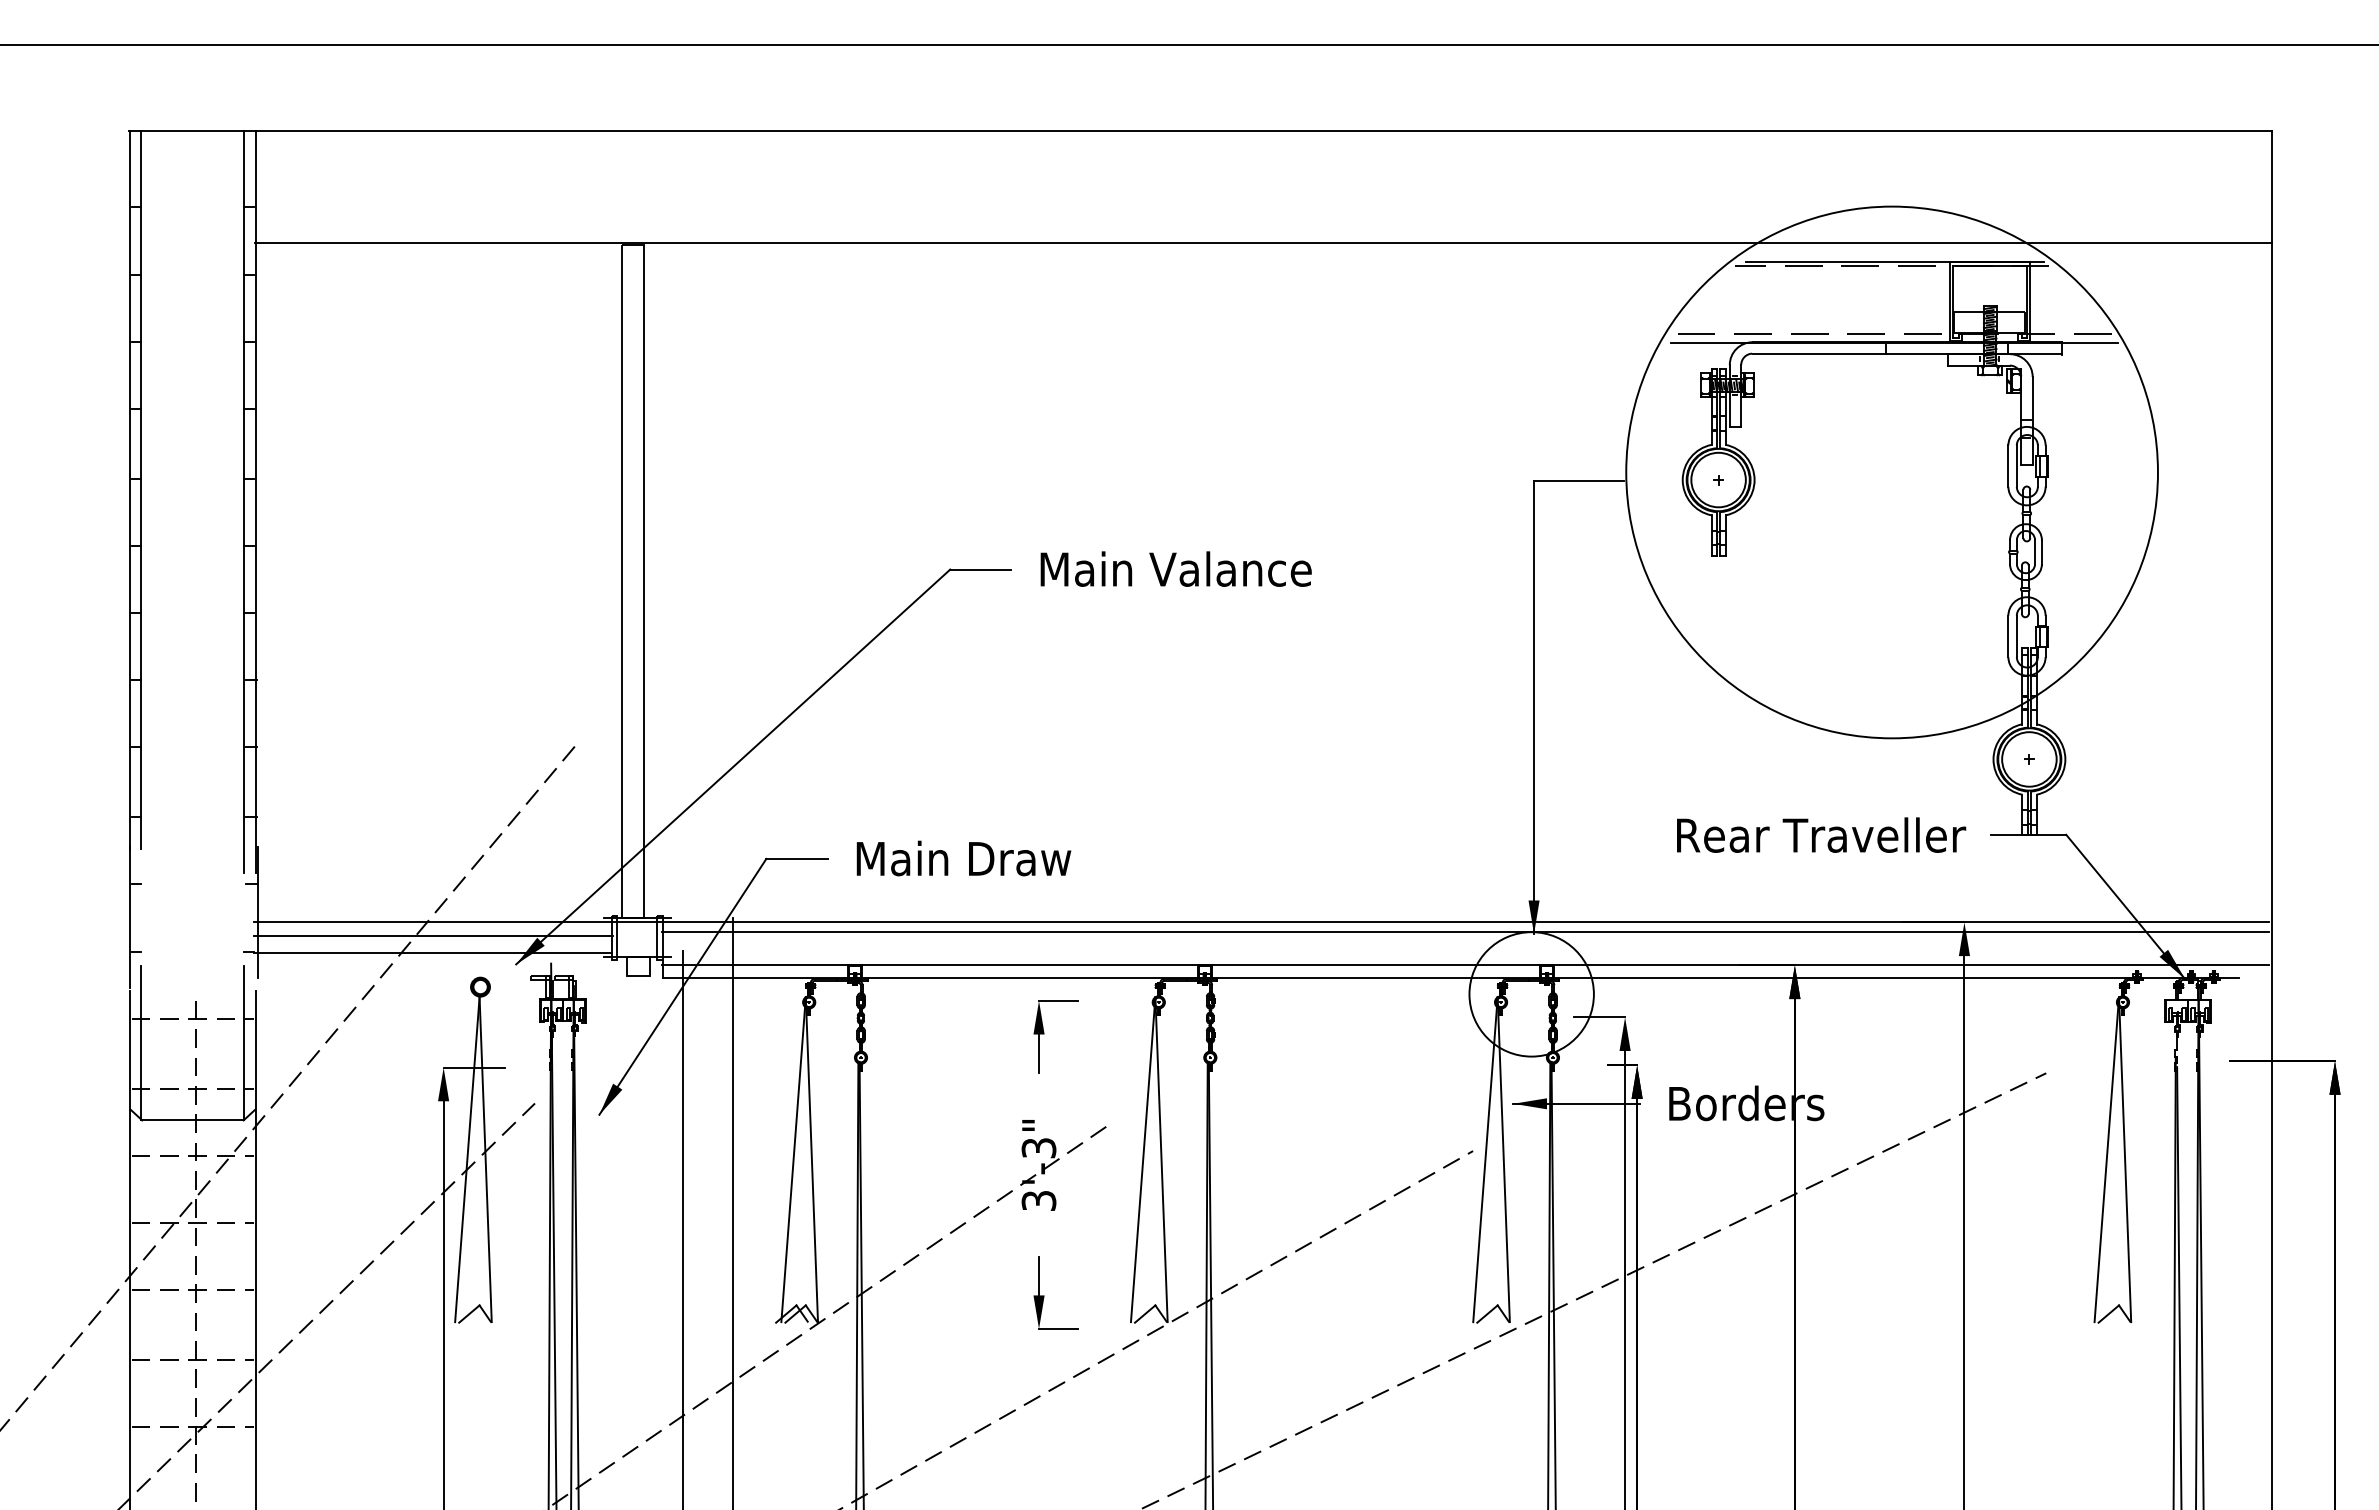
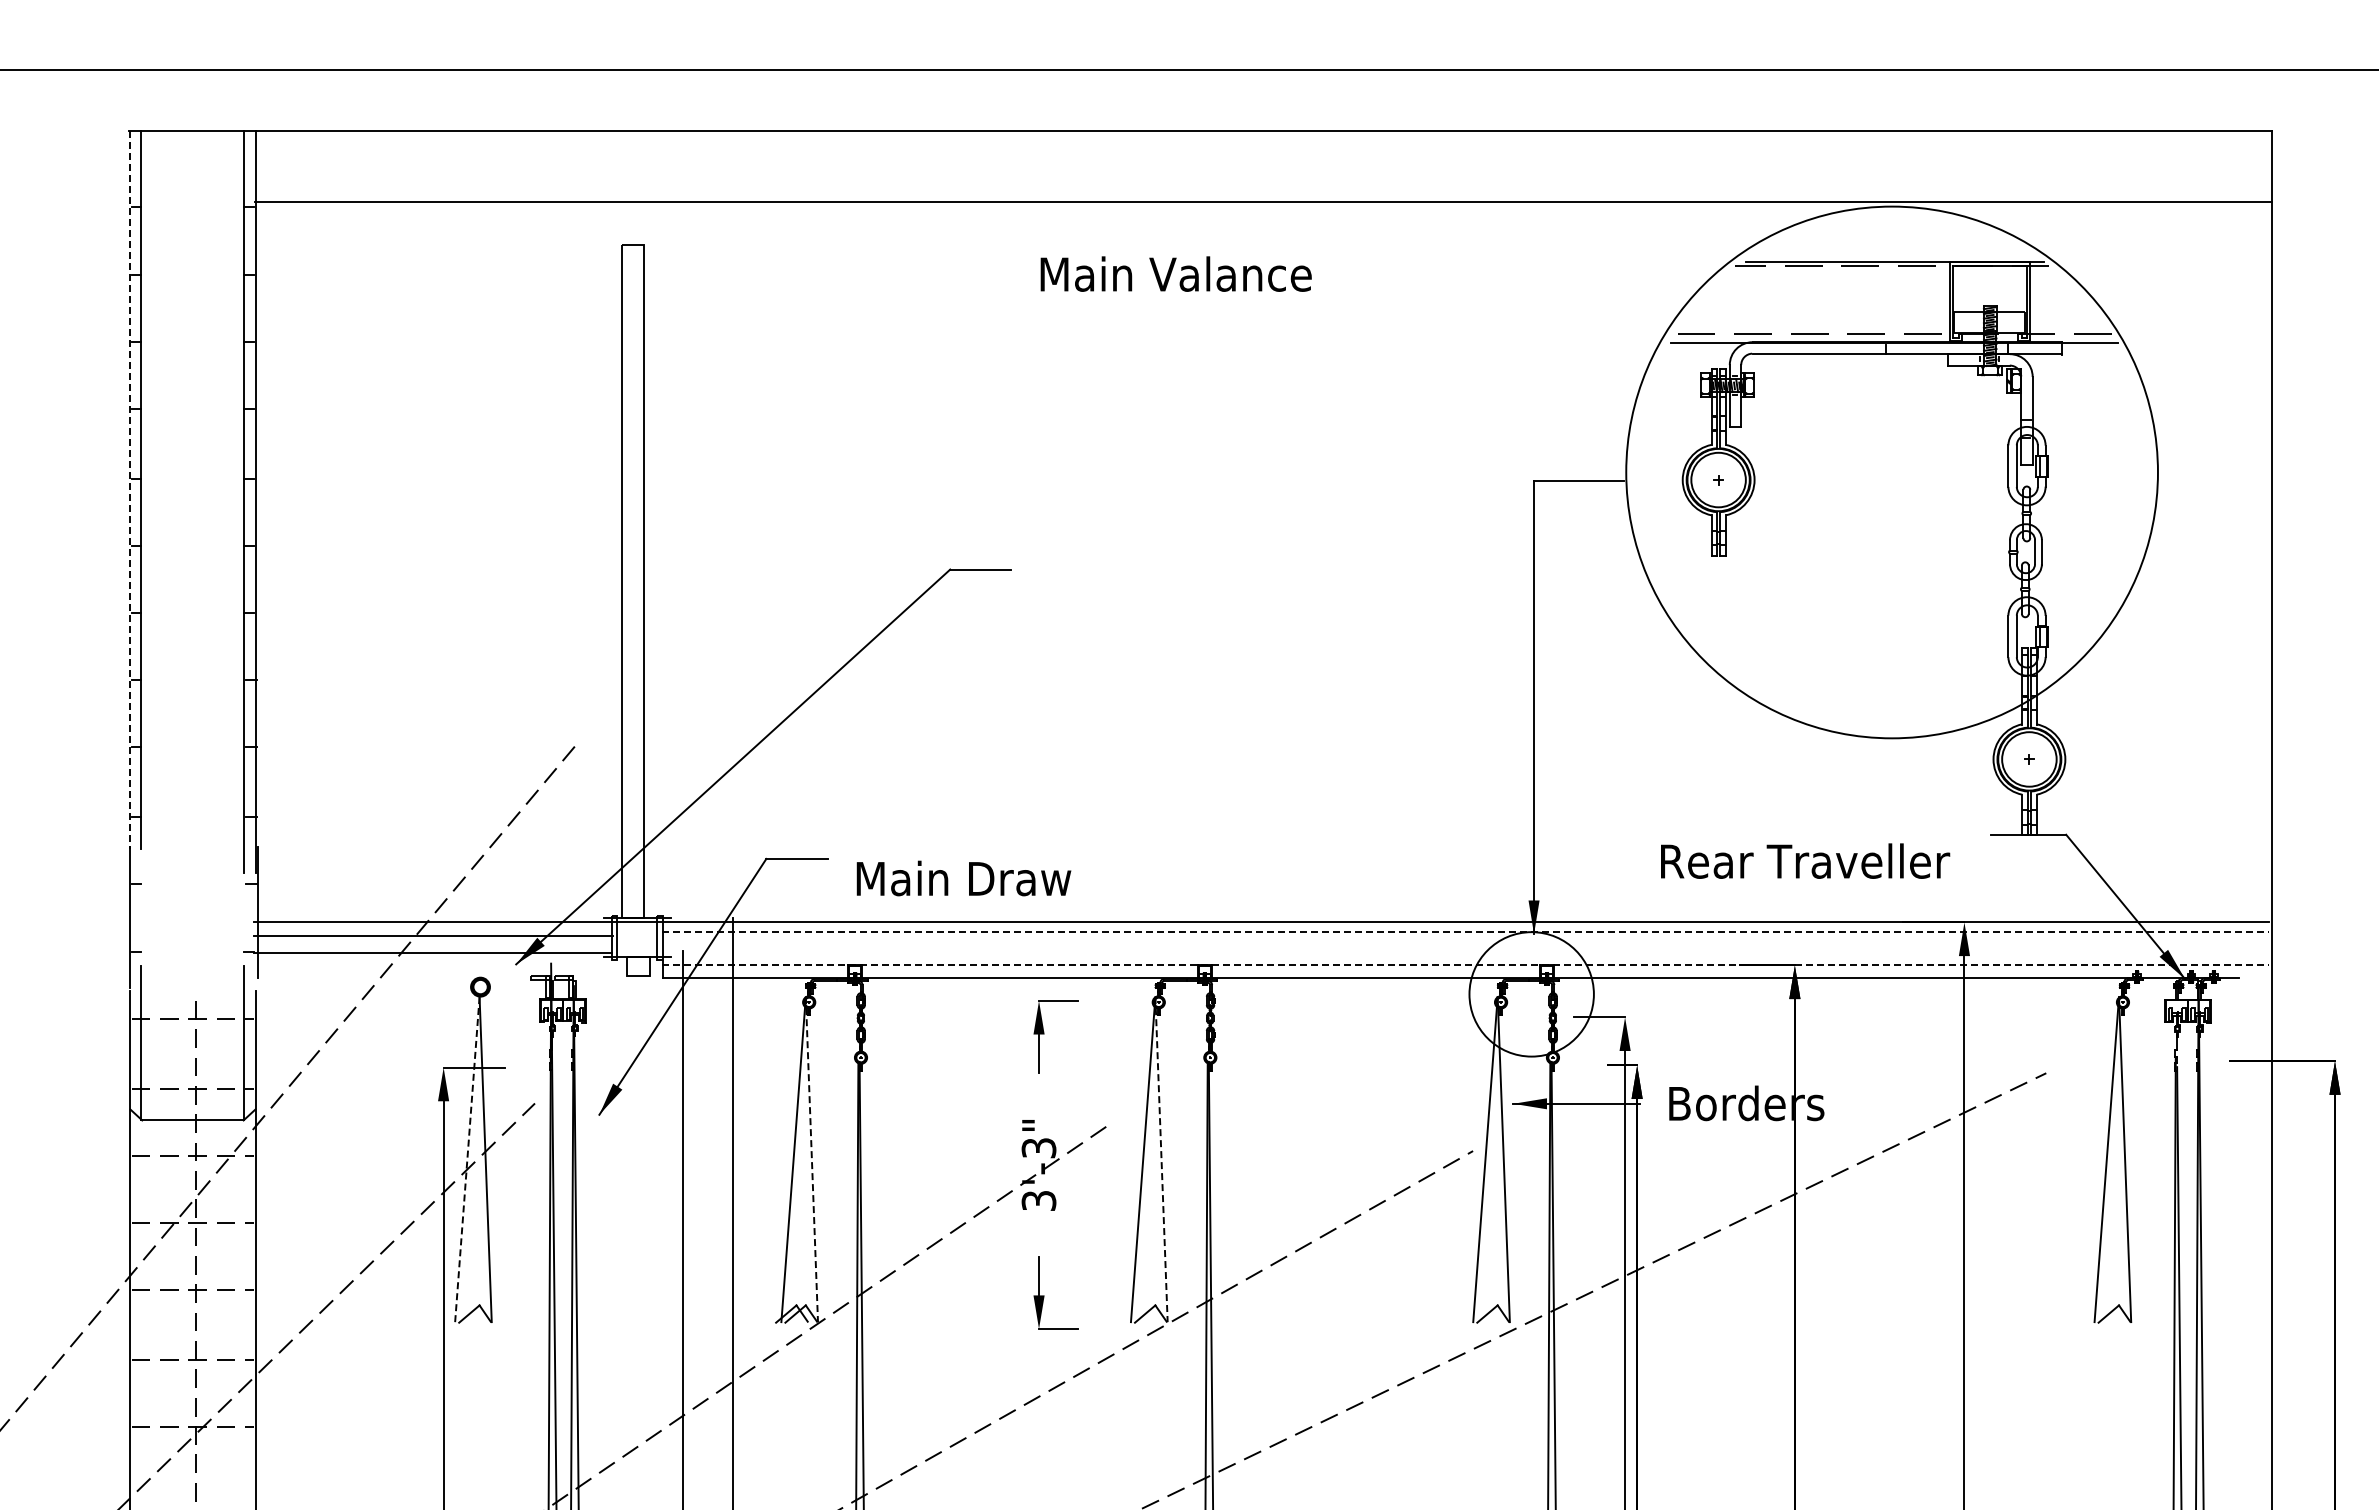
line at (1188, 45) position: (1188, 45) -> (1188, 70)
line at (1263, 242) position: (1263, 242) -> (1263, 201)
line at (129, 490): solid -> dashed
text at (1175, 568) position: (1175, 568) -> (1175, 273)
text at (1821, 834) position: (1821, 834) -> (1805, 860)
text at (963, 858) position: (963, 858) -> (963, 878)
line at (1466, 932): solid -> dashed
line at (1466, 965): solid -> dashed
line at (467, 1159): solid -> dashed
line at (811, 1159): solid -> dashed
line at (1161, 1159): solid -> dashed
